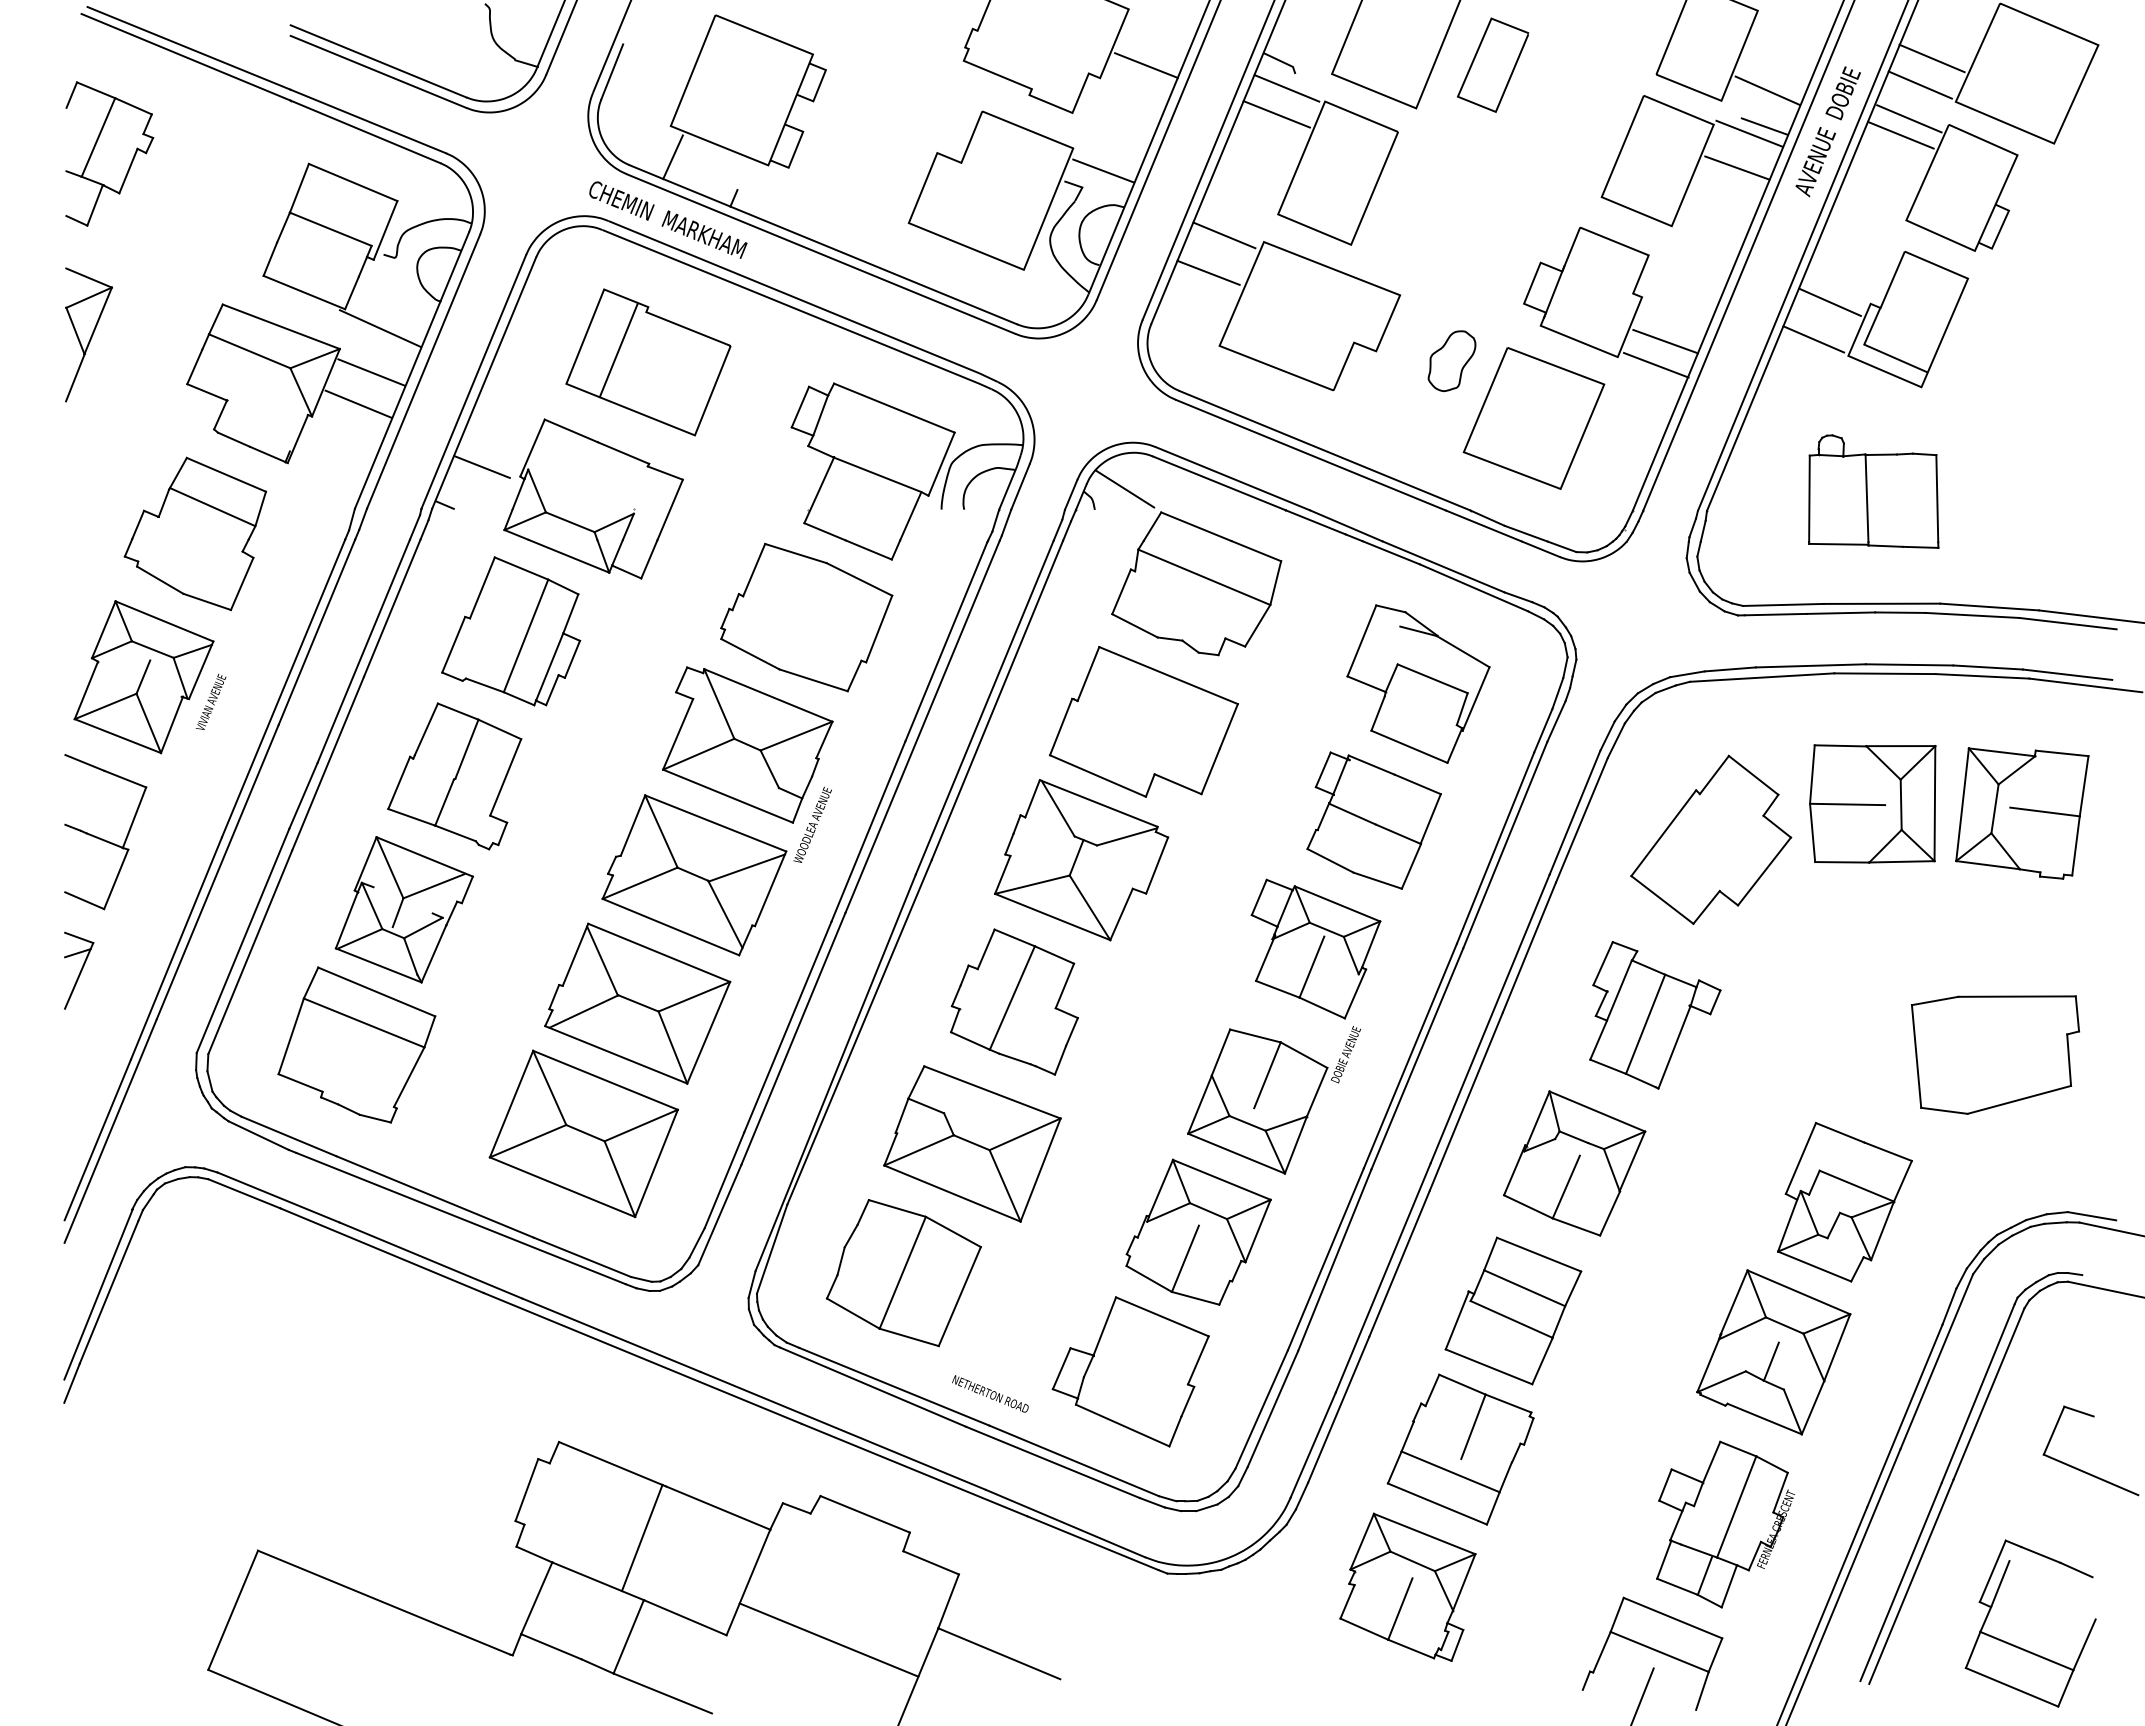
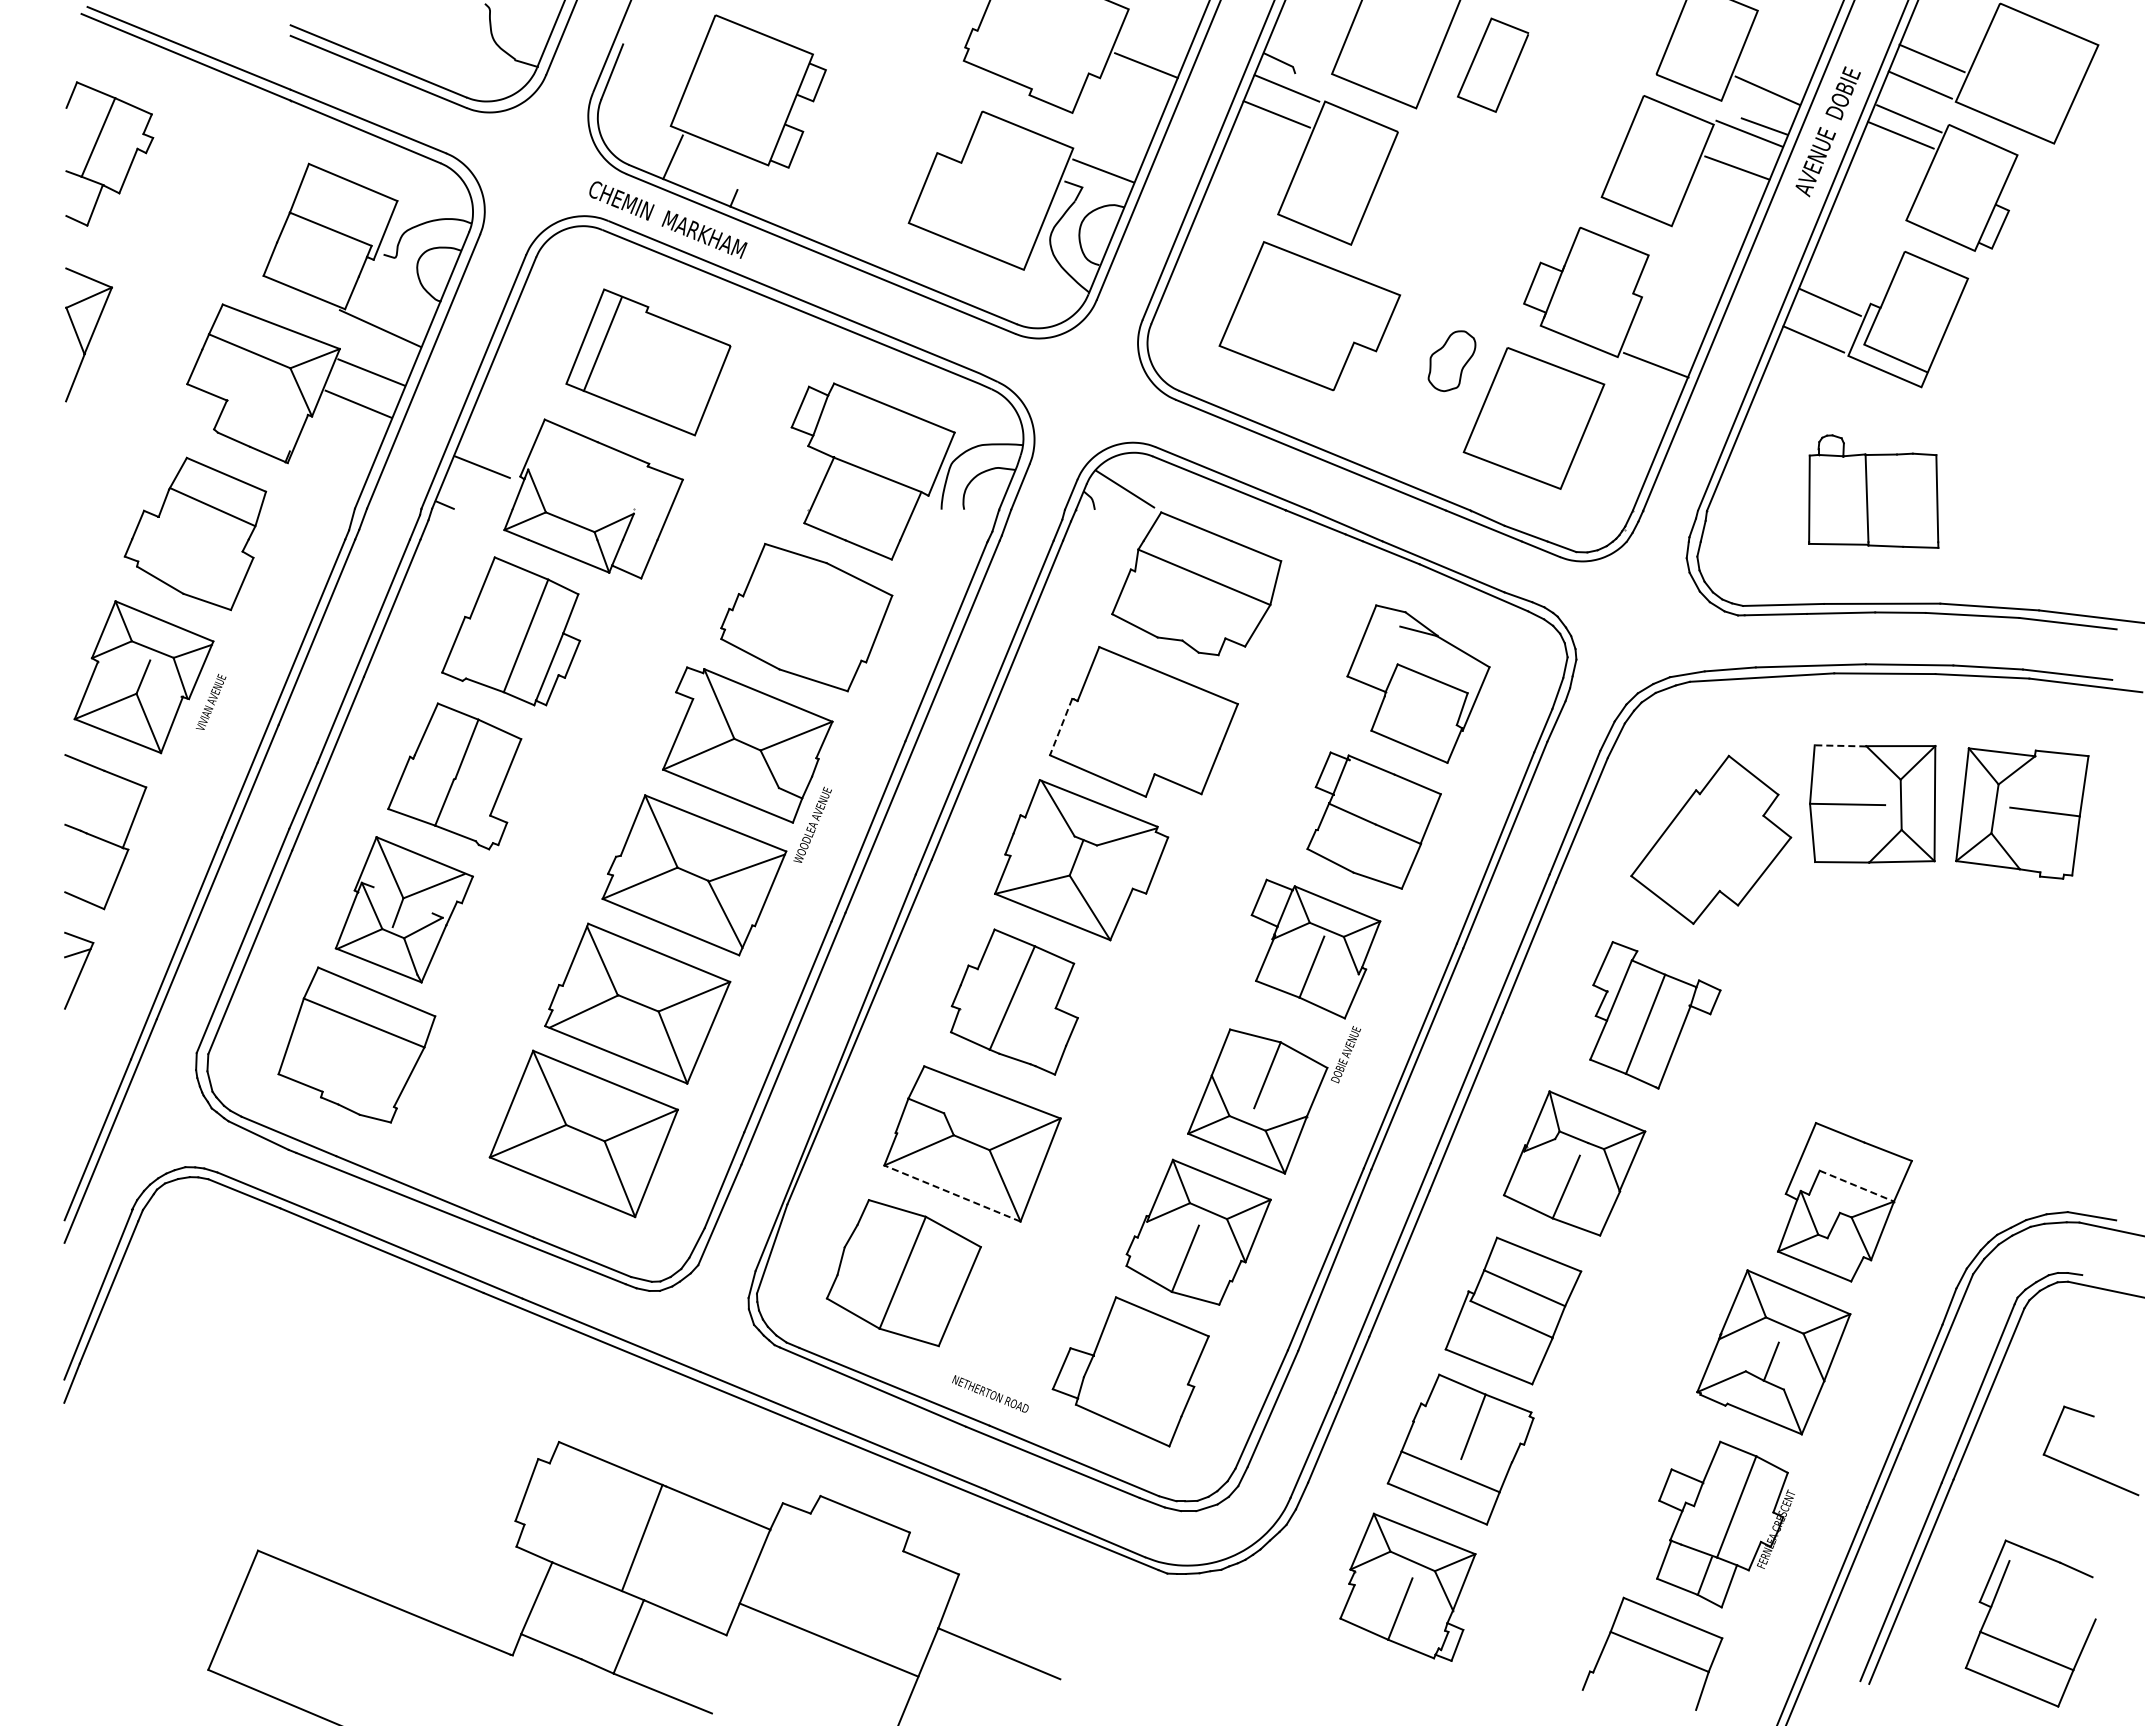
line at (1224, 235): present -> none
line at (1208, 272): present -> none
line at (1665, 341): present -> none
line at (618, 350) position: (618, 350) -> (602, 344)
line at (1060, 727): solid -> dashed
line at (1840, 745): solid -> dashed
part at (1995, 1054): present -> none
line at (1857, 1186): solid -> dashed
line at (952, 1193): solid -> dashed
line at (1642, 1695): present -> none
